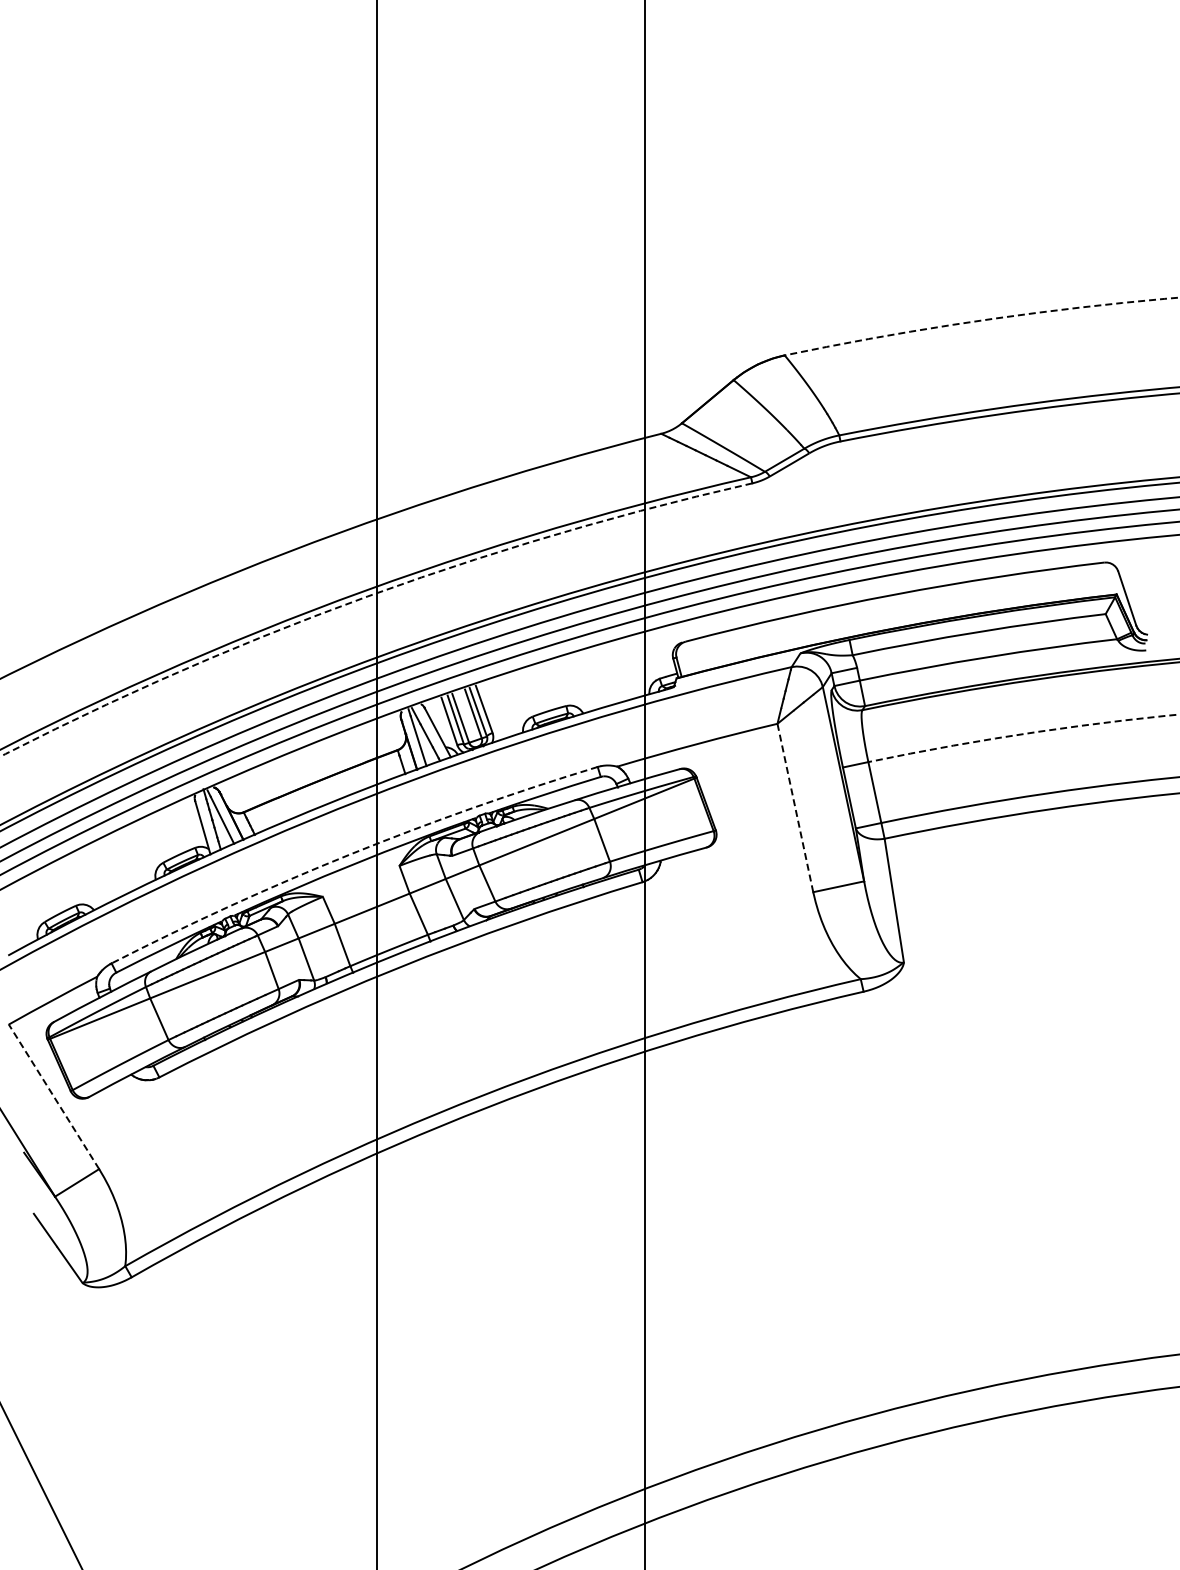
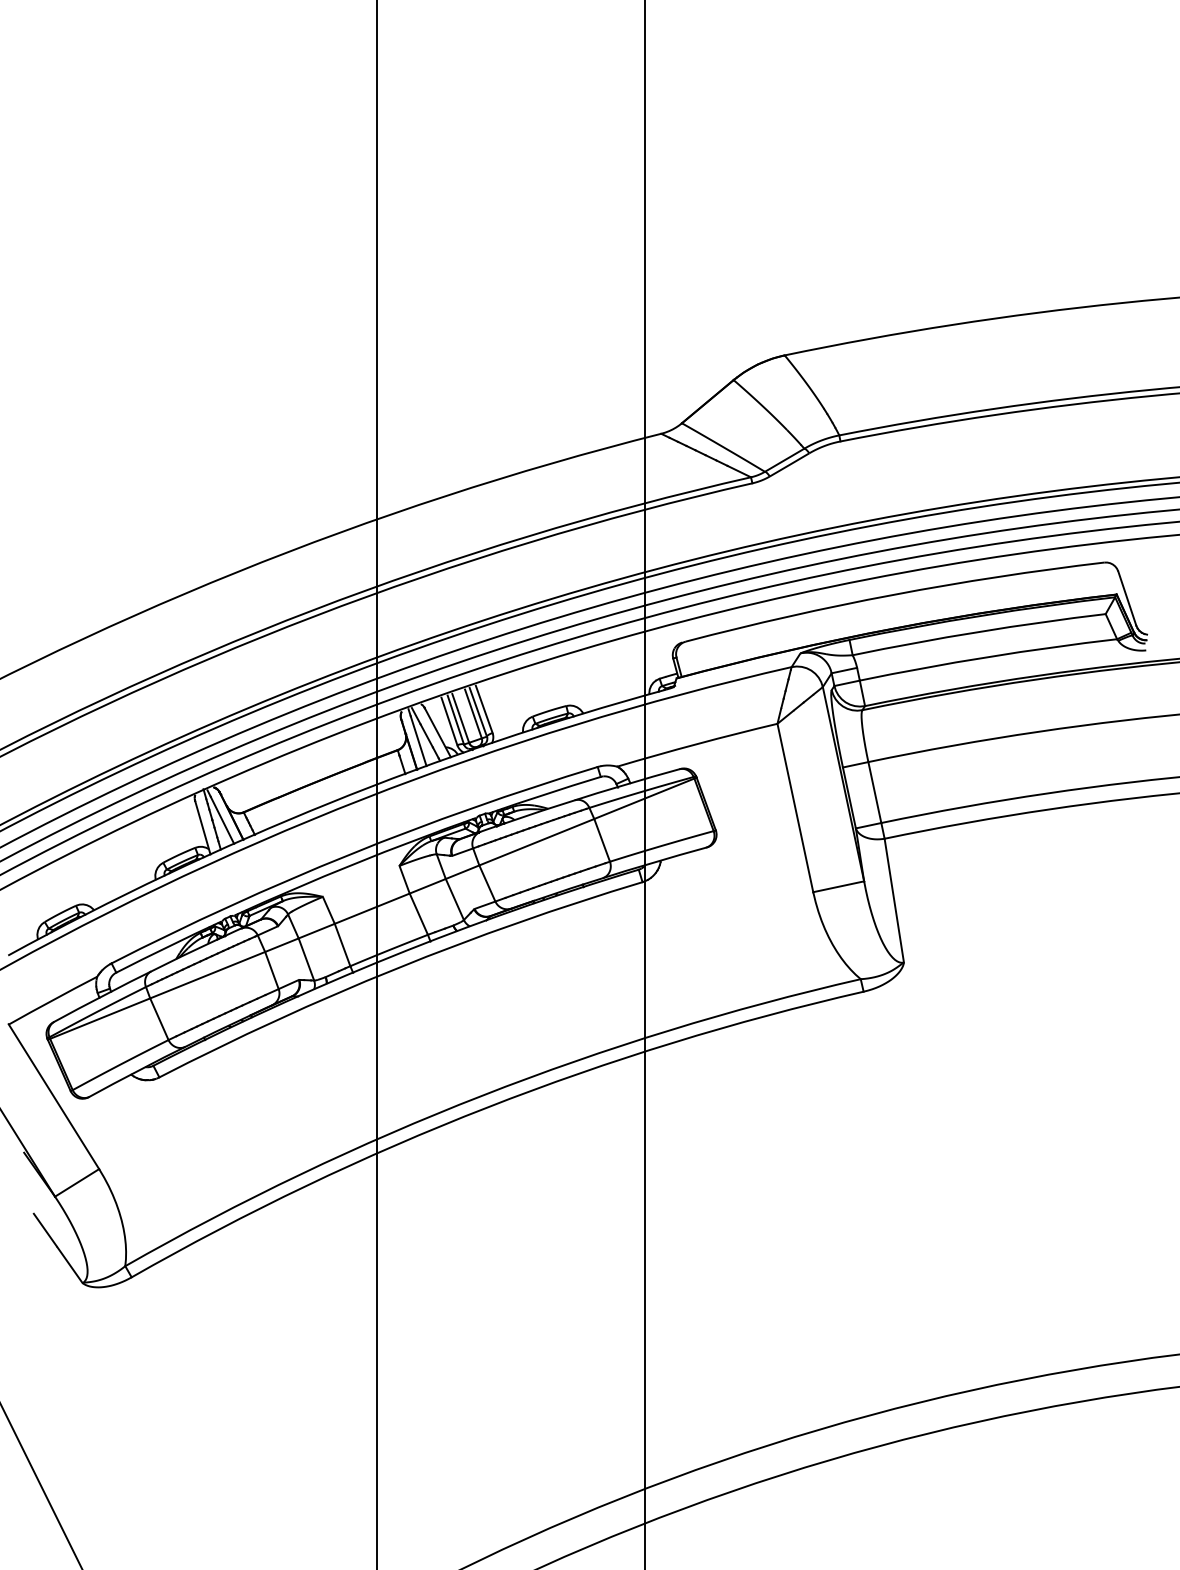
arc at (981, 320): dashed -> solid
arc at (367, 596): dashed -> solid
arc at (1022, 734): dashed -> solid
line at (795, 807): dashed -> solid
arc at (350, 854): dashed -> solid
line at (53, 1096): dashed -> solid
